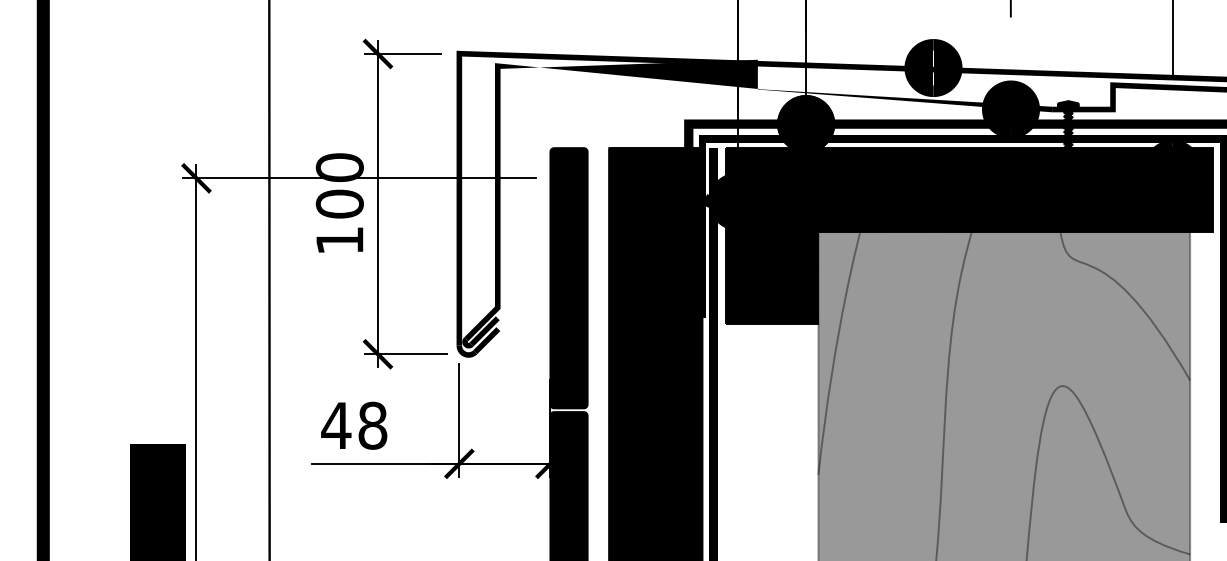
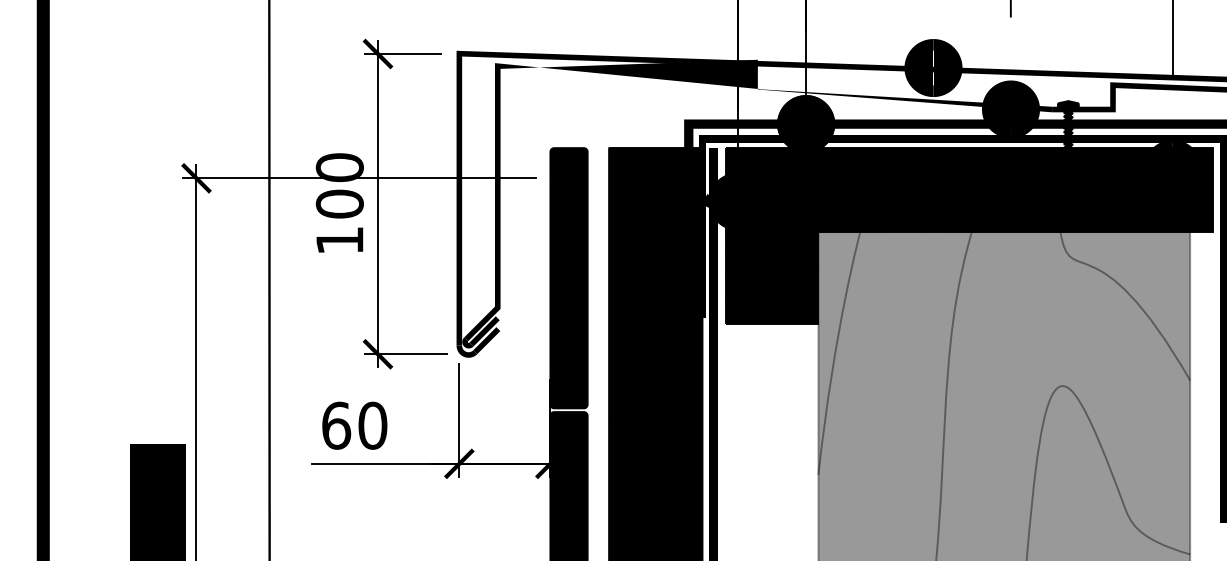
text at (354, 425): 48 -> 60
